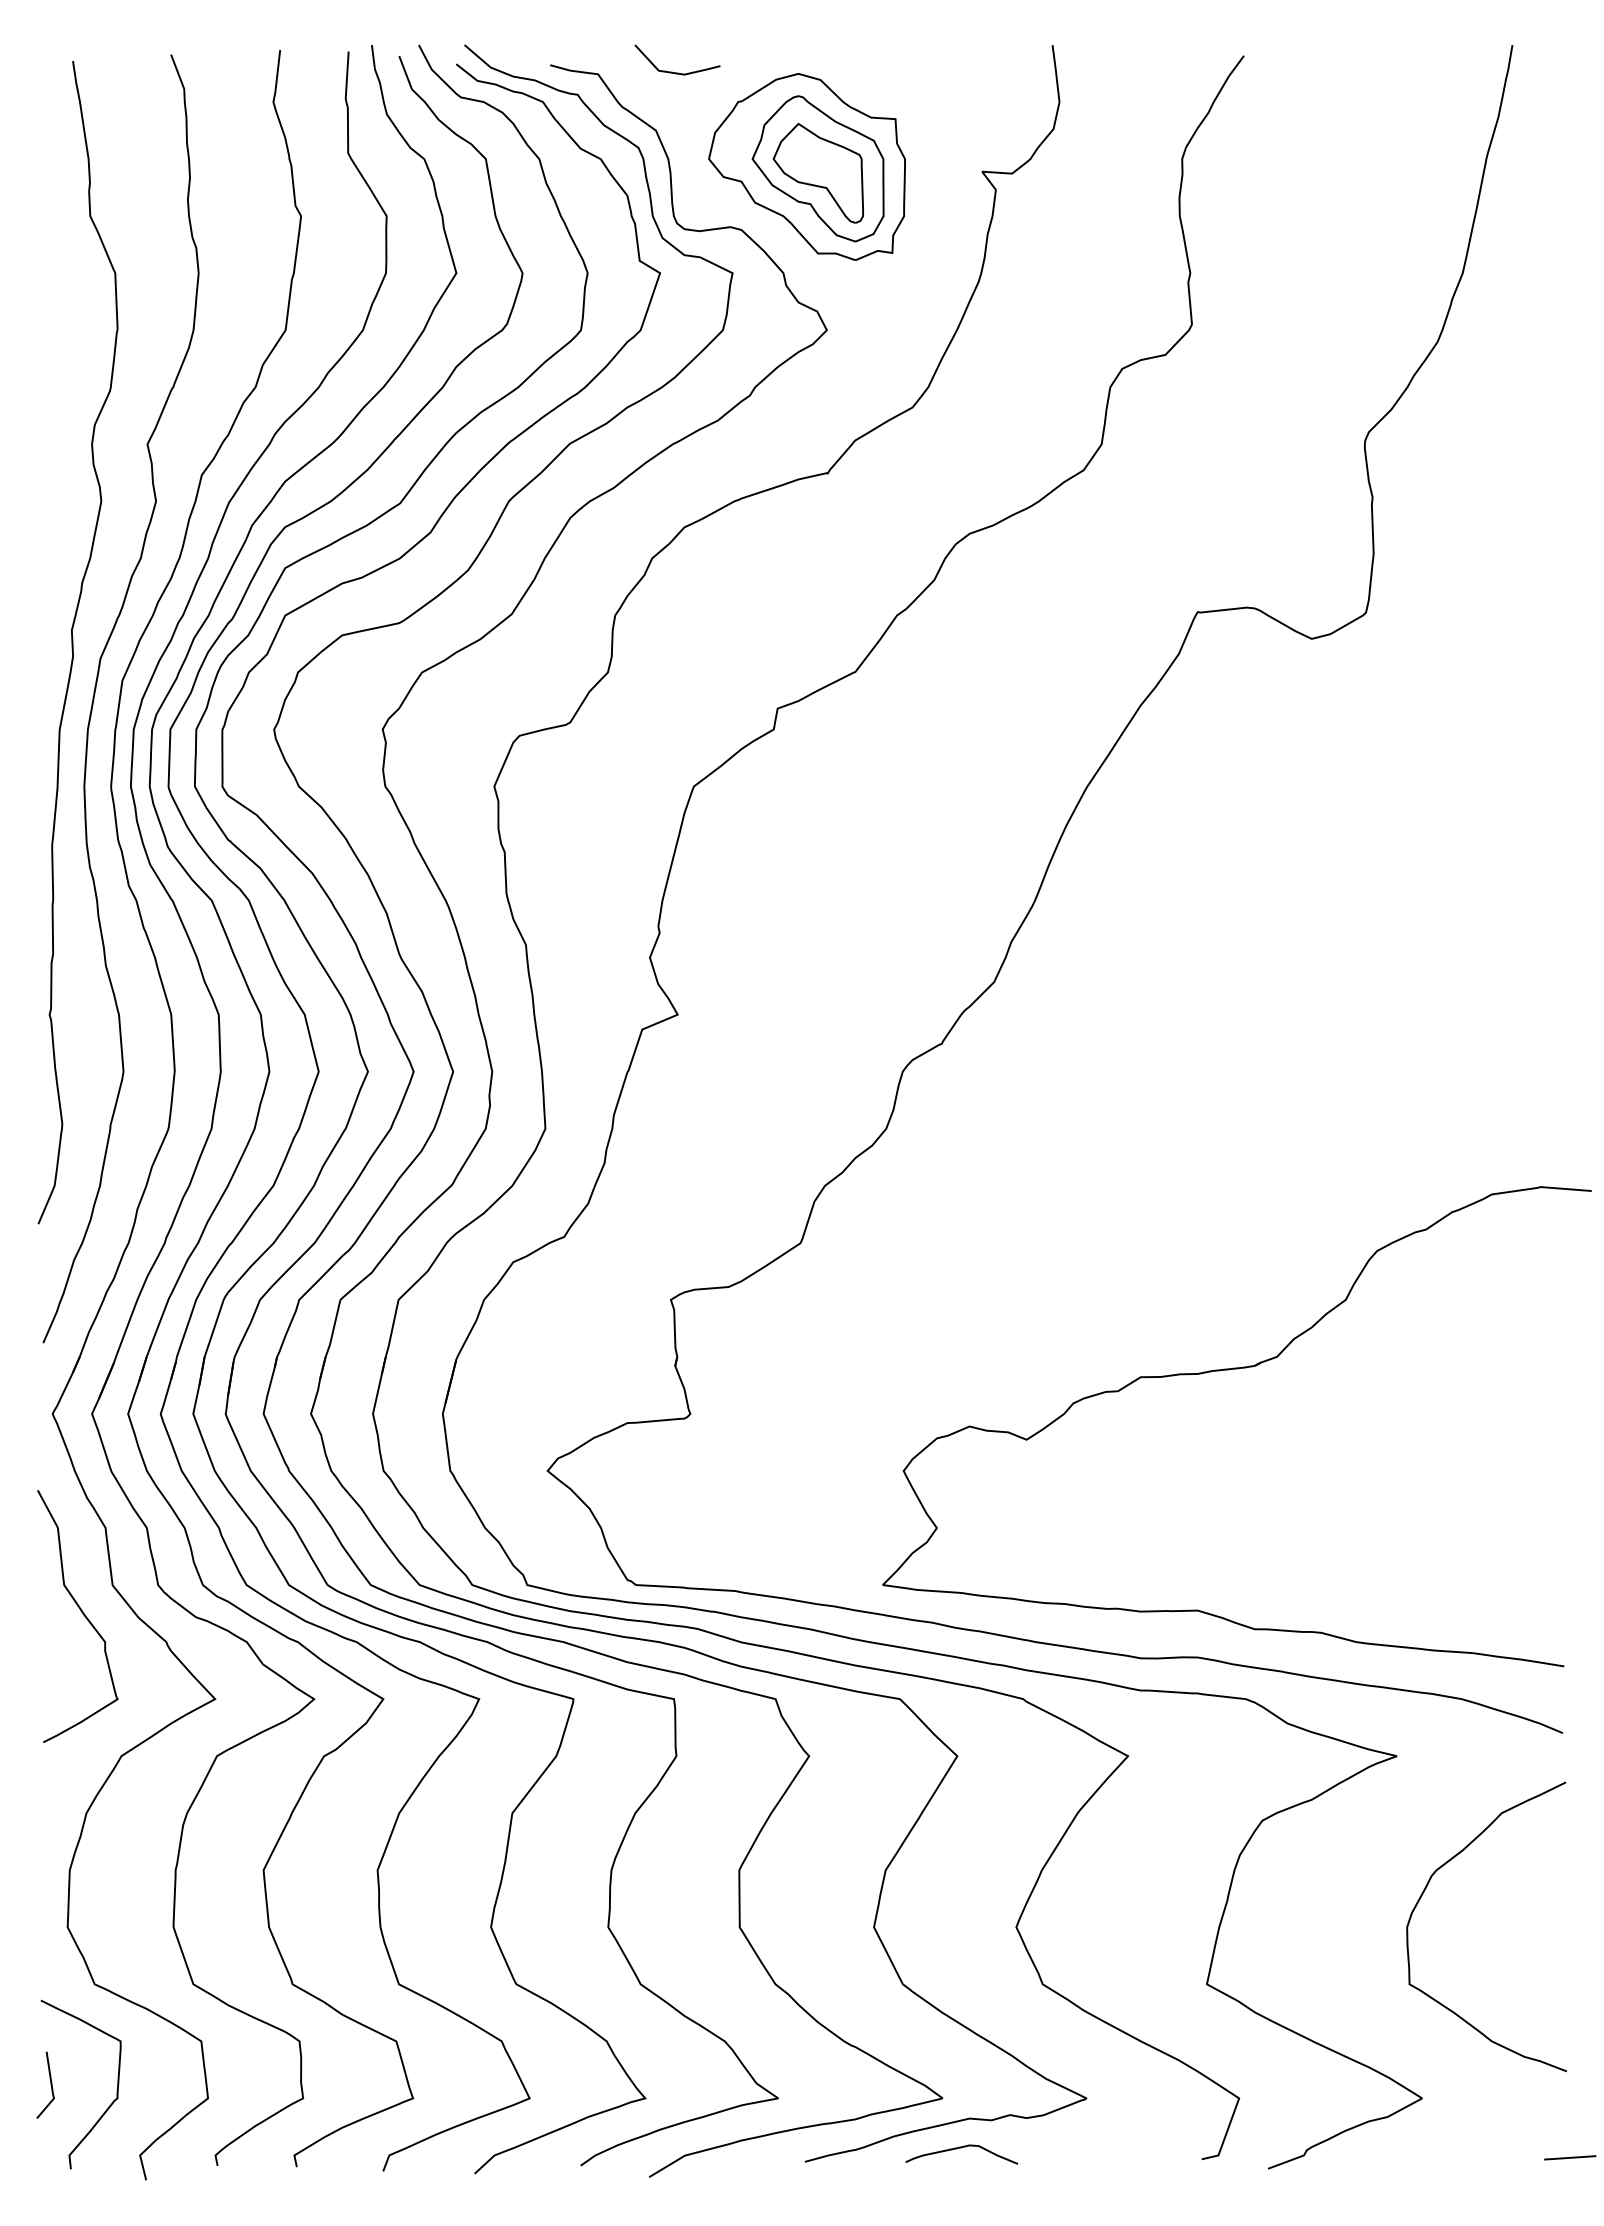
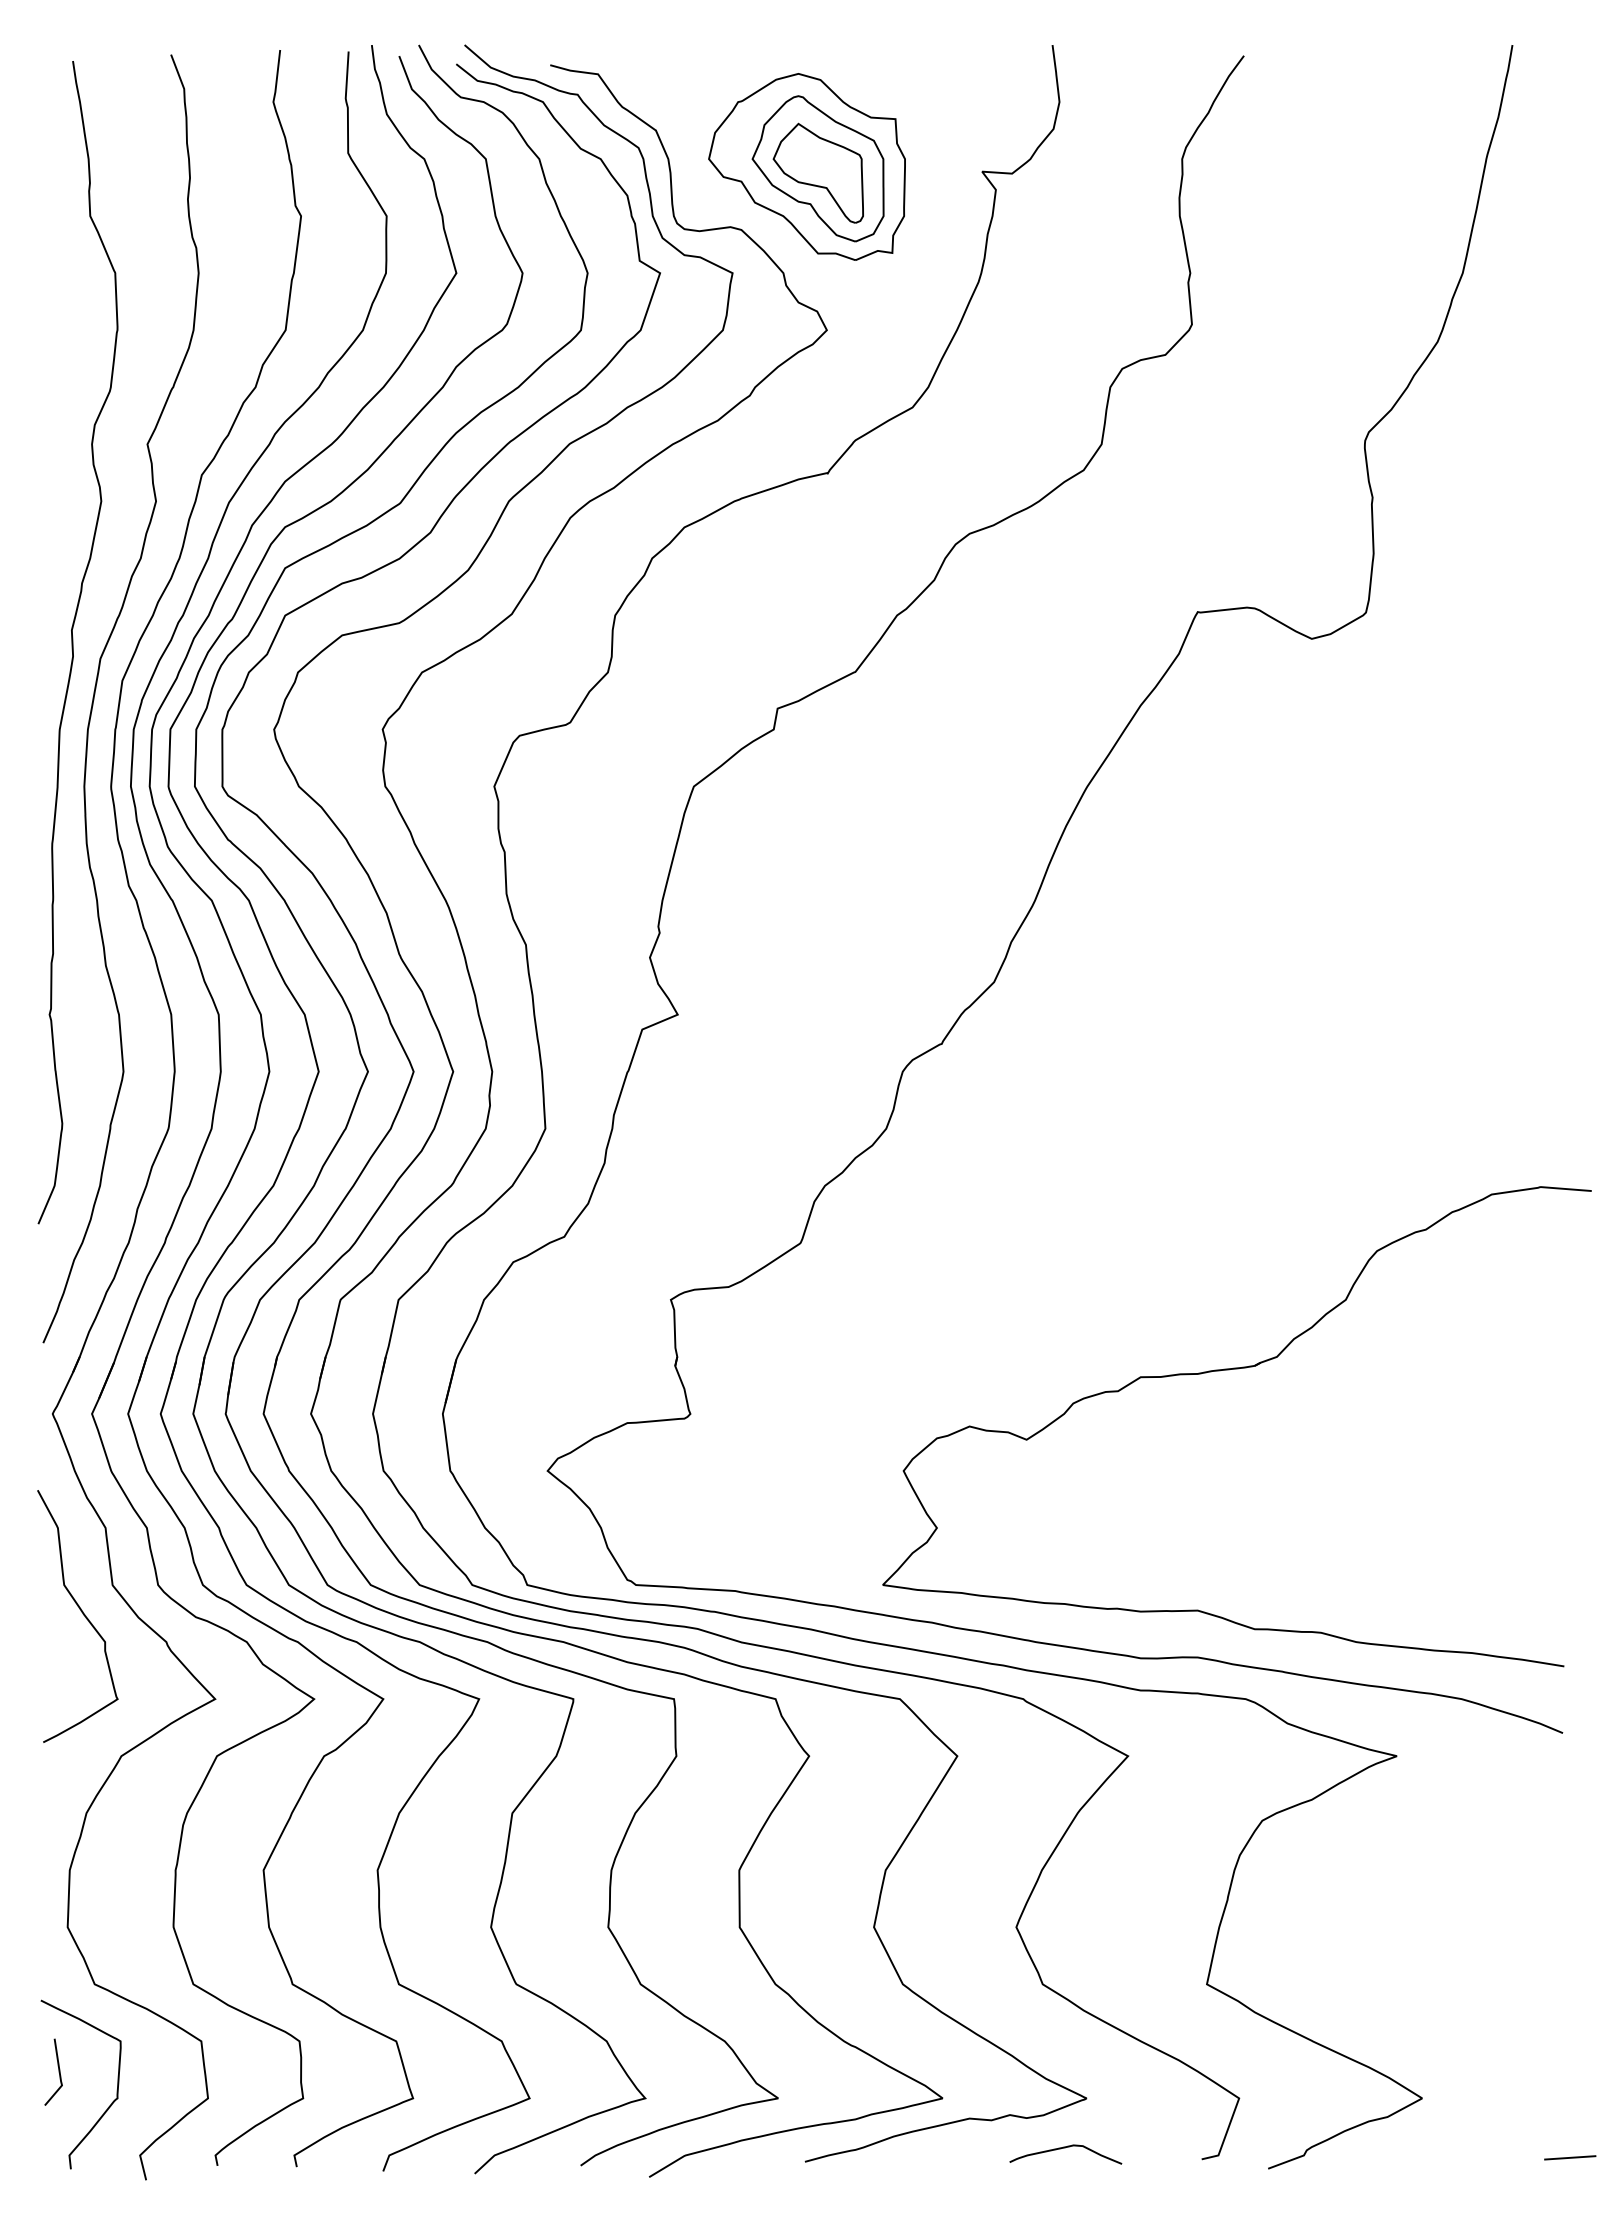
line at (672, 71): present -> none
curve at (1423, 1894): present -> none
line at (50, 2084) position: (50, 2084) -> (58, 2071)
curve at (961, 2148) position: (961, 2148) -> (1065, 2148)
